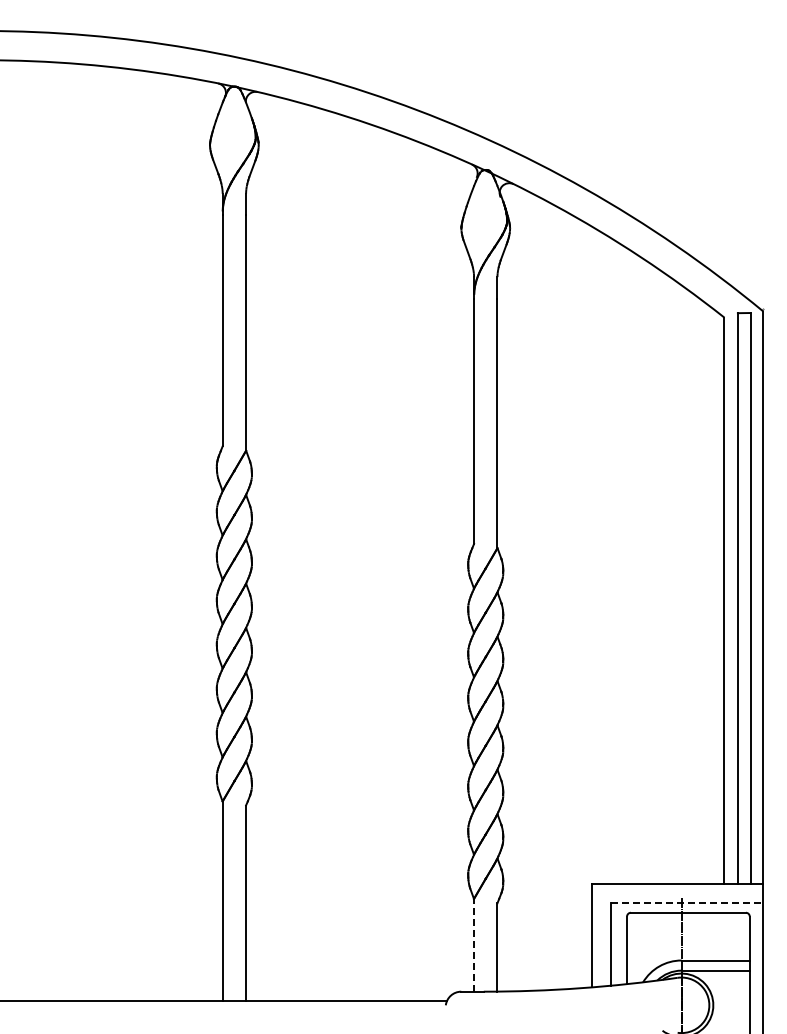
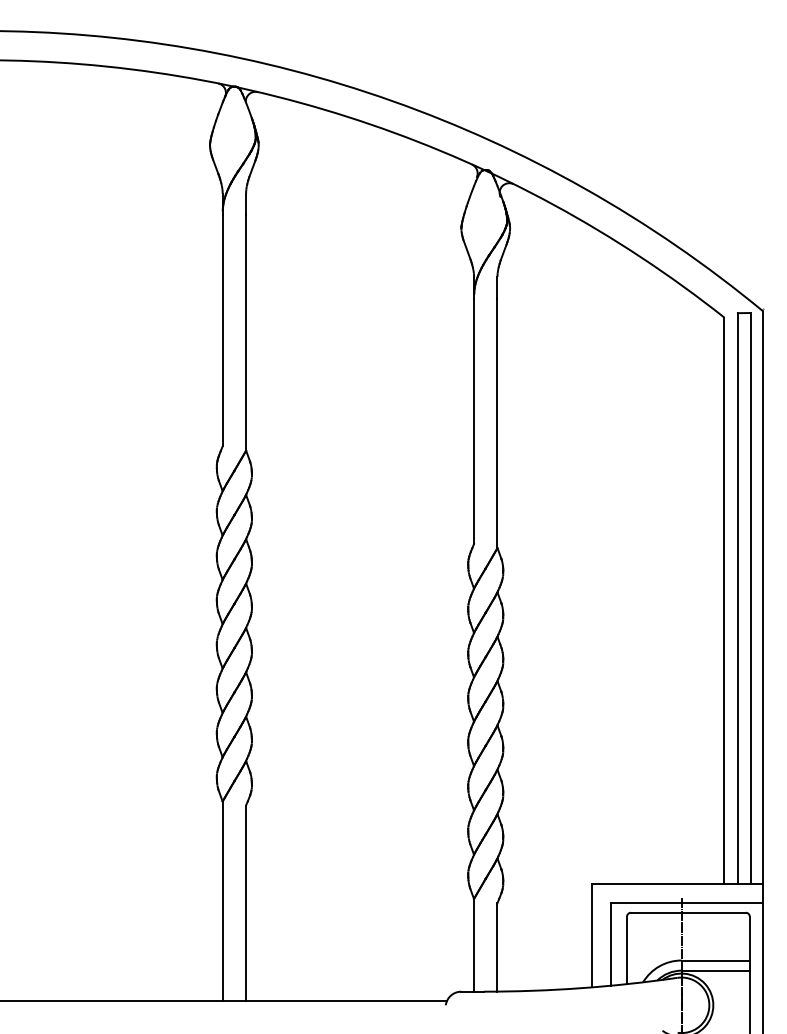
line at (687, 903): dashed -> solid
line at (474, 944): dashed -> solid
